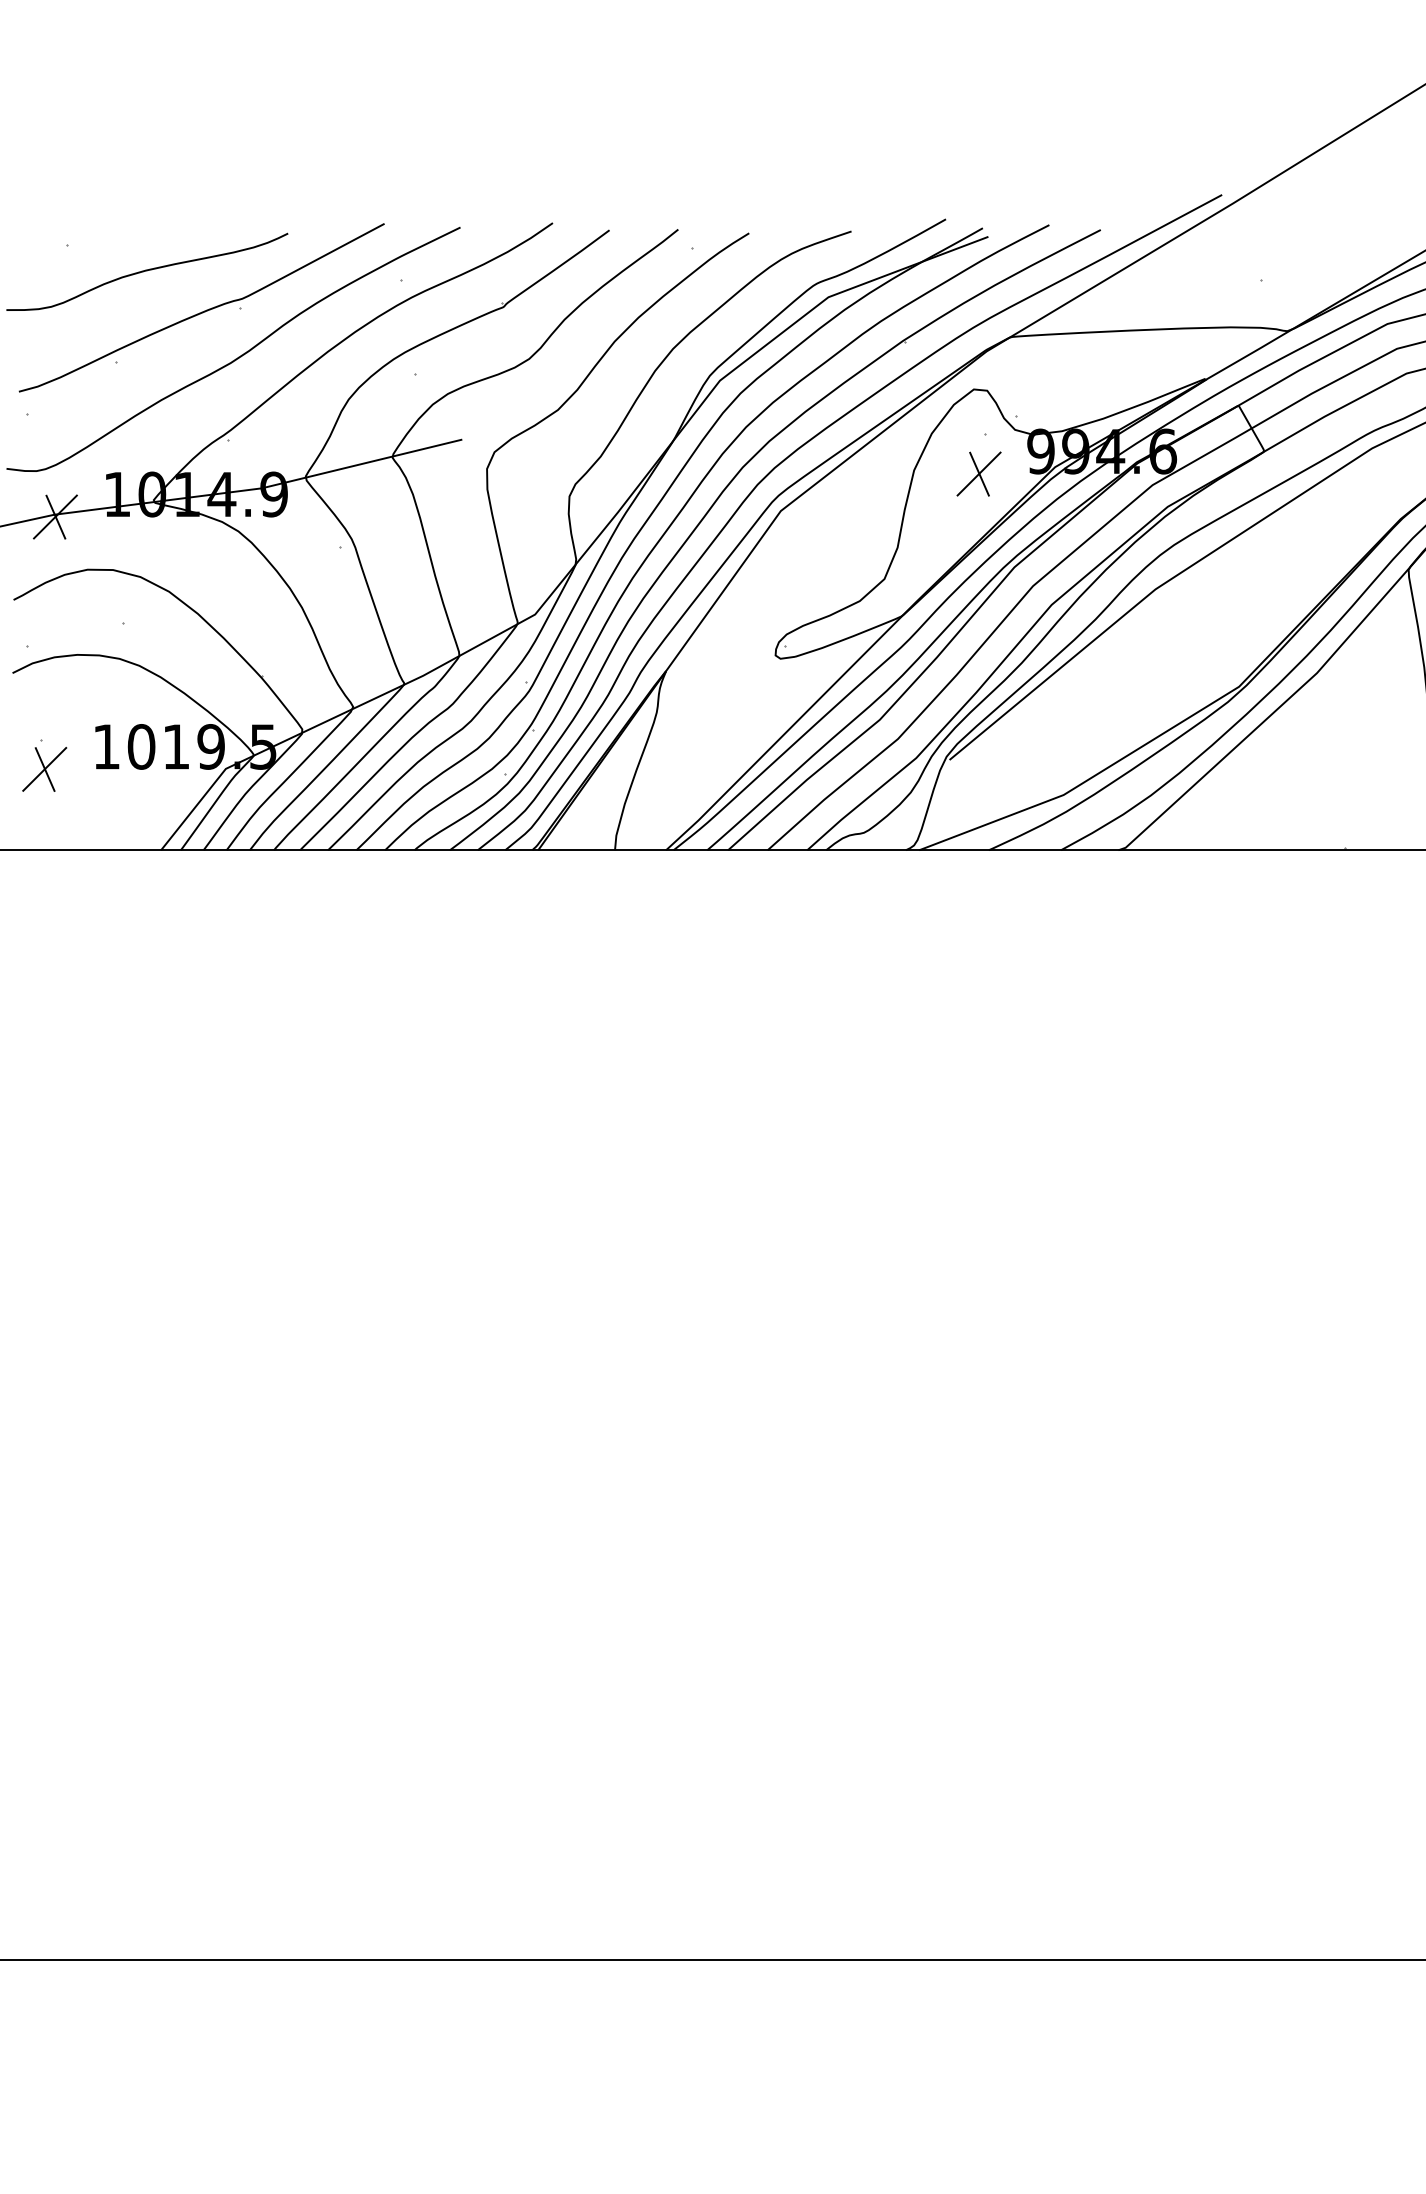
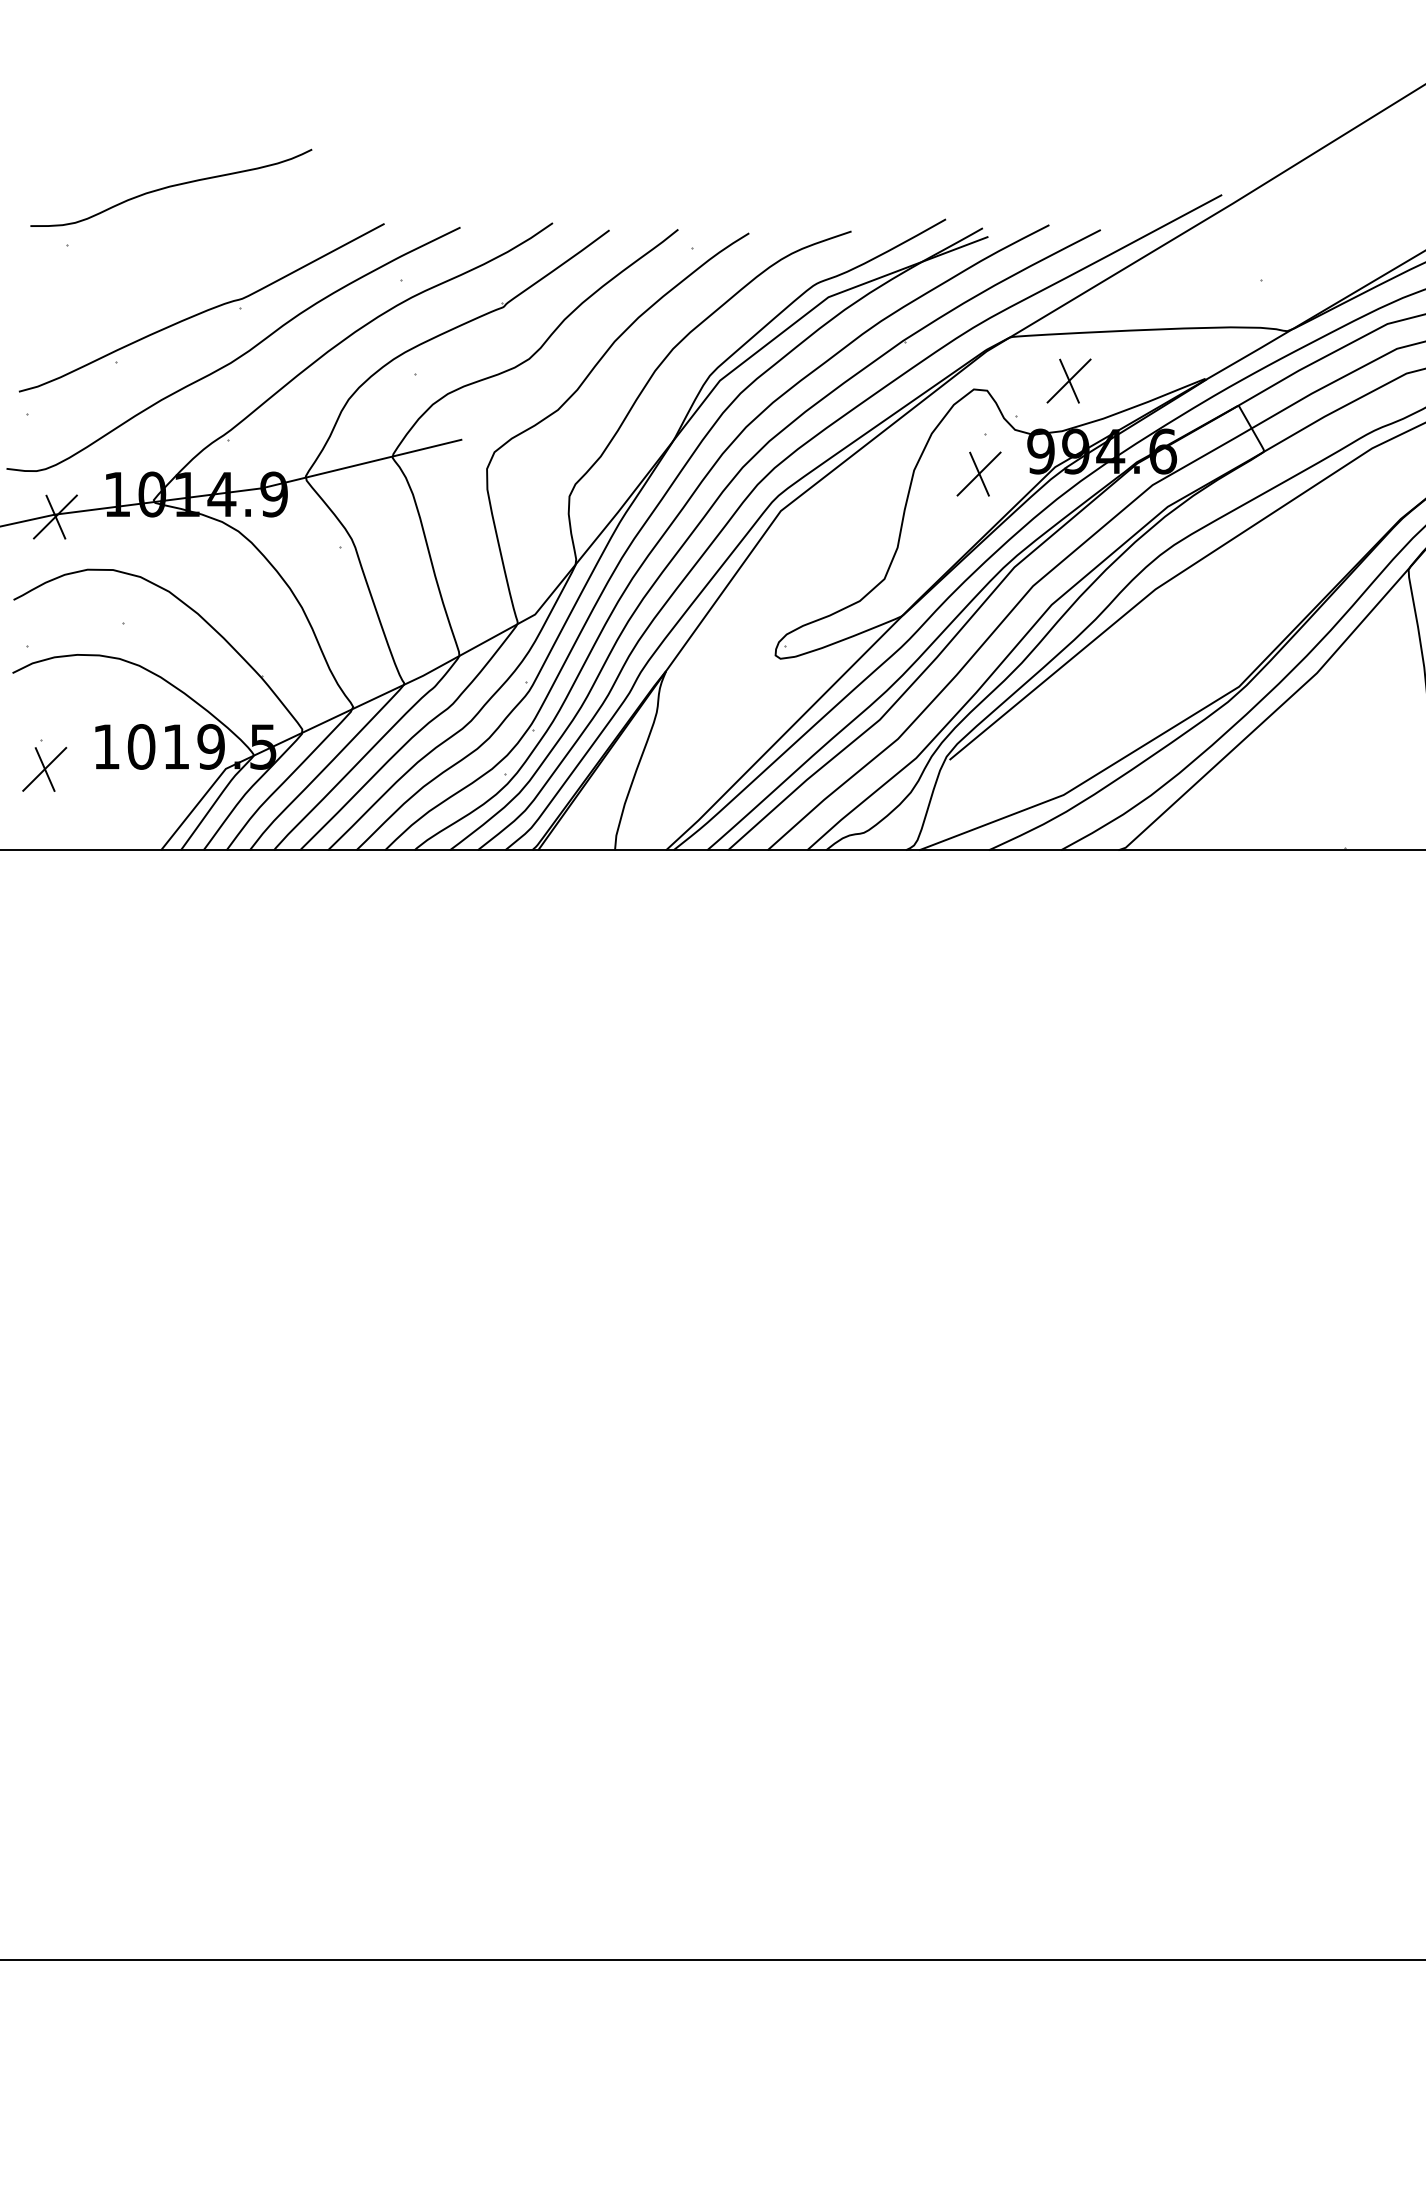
curve at (147, 271) position: (147, 271) -> (171, 187)
part at (1068, 380): none -> present
